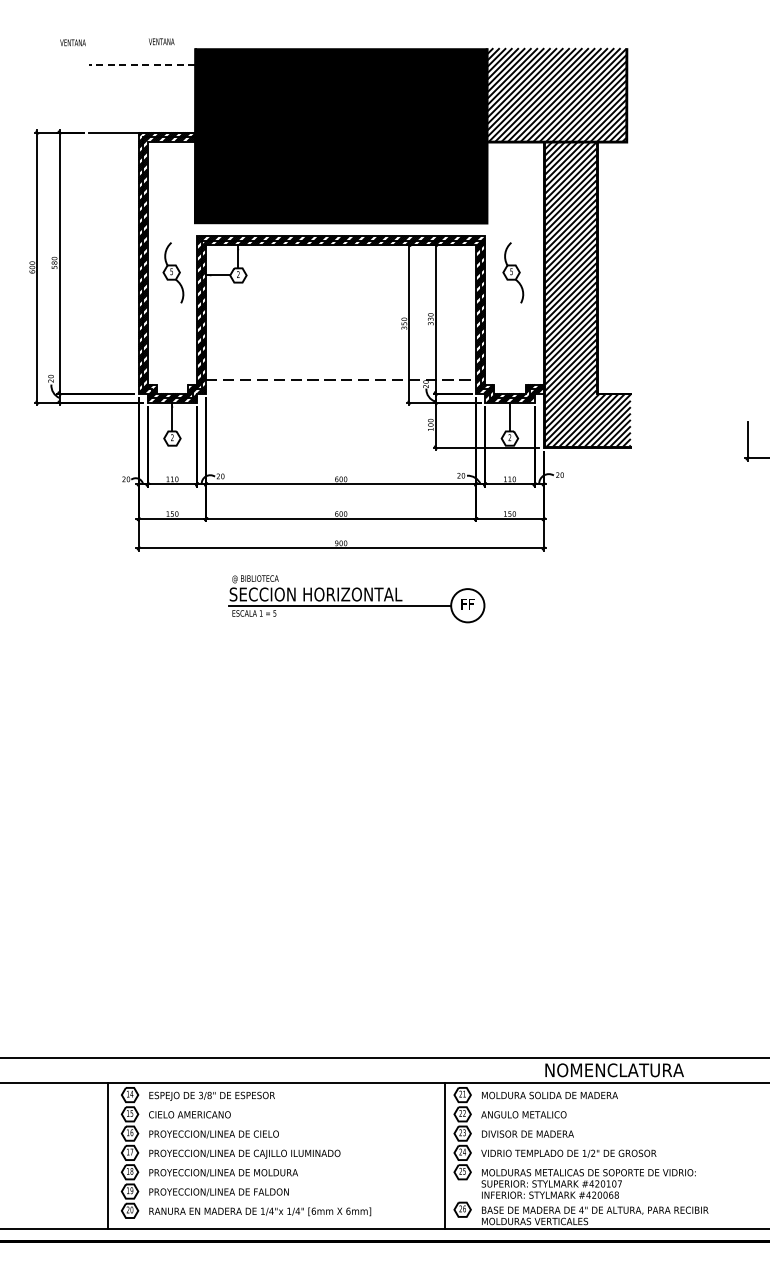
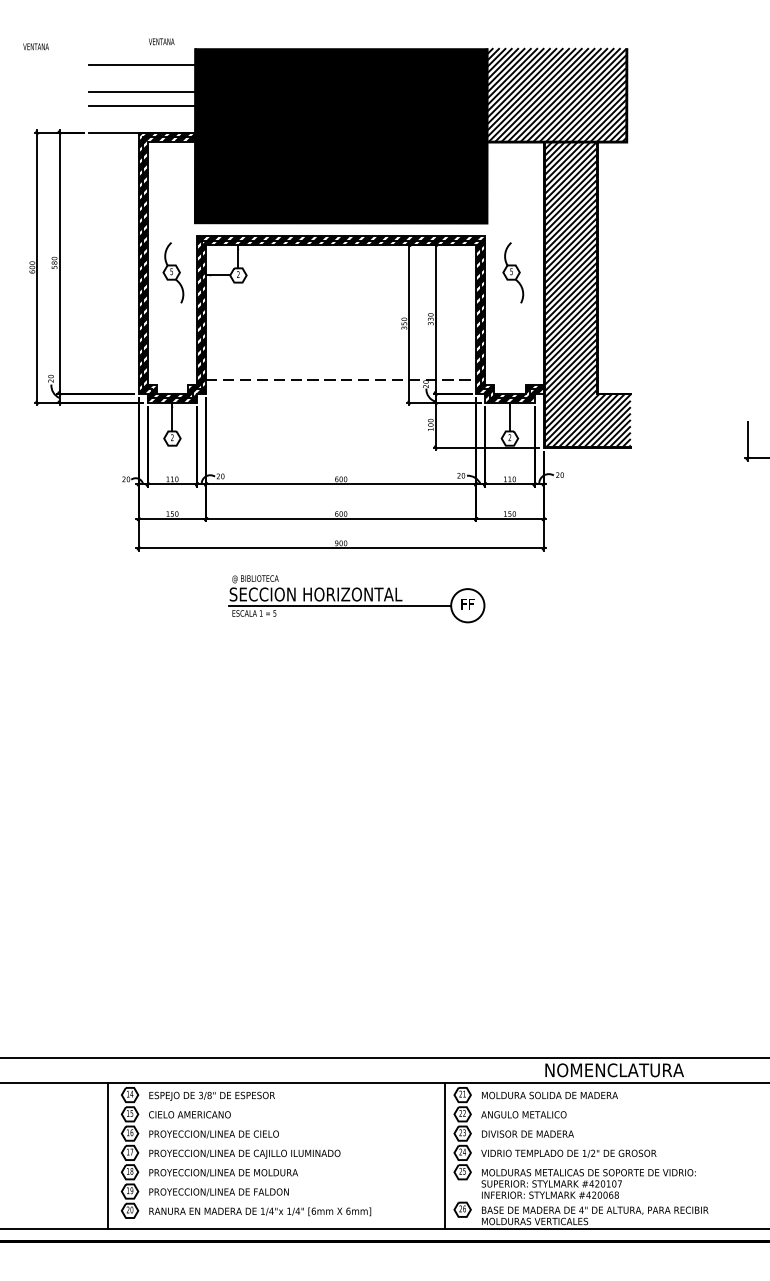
text at (72, 42) position: (72, 42) -> (35, 46)
line at (141, 65): dashed -> solid
line at (141, 92): none -> present
line at (141, 105): none -> present
